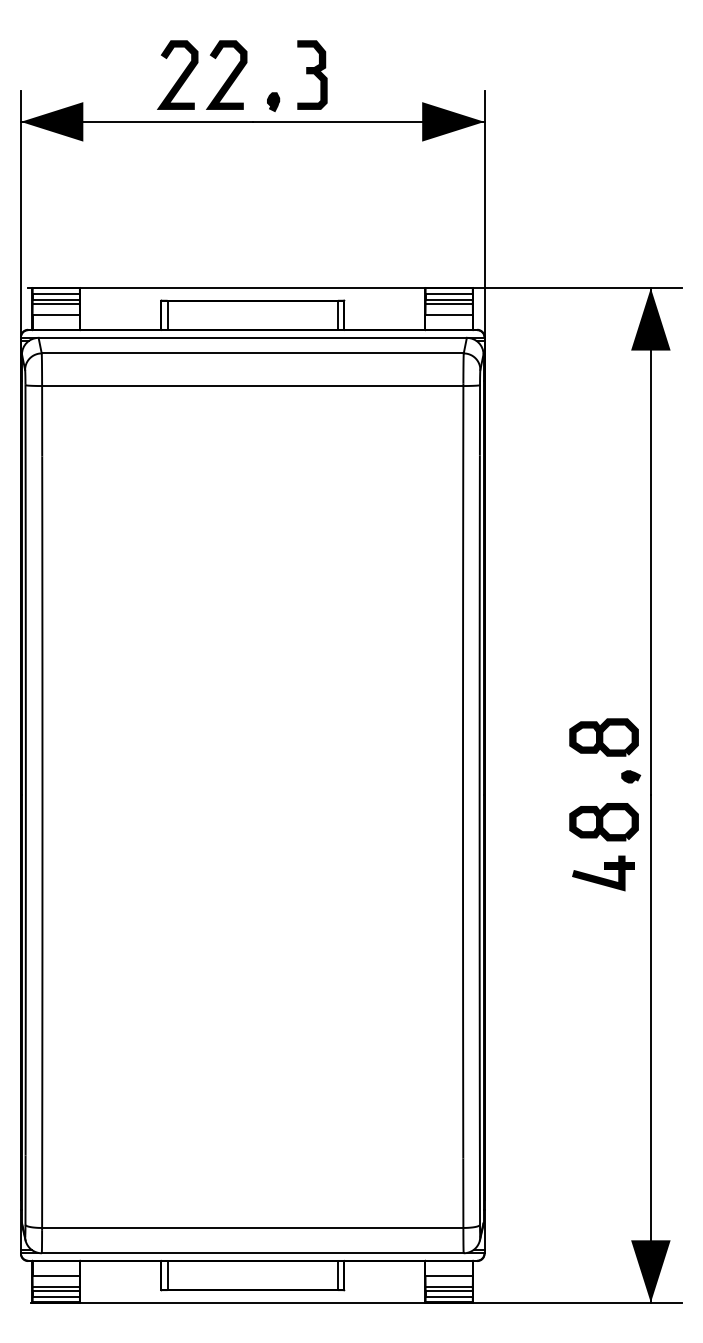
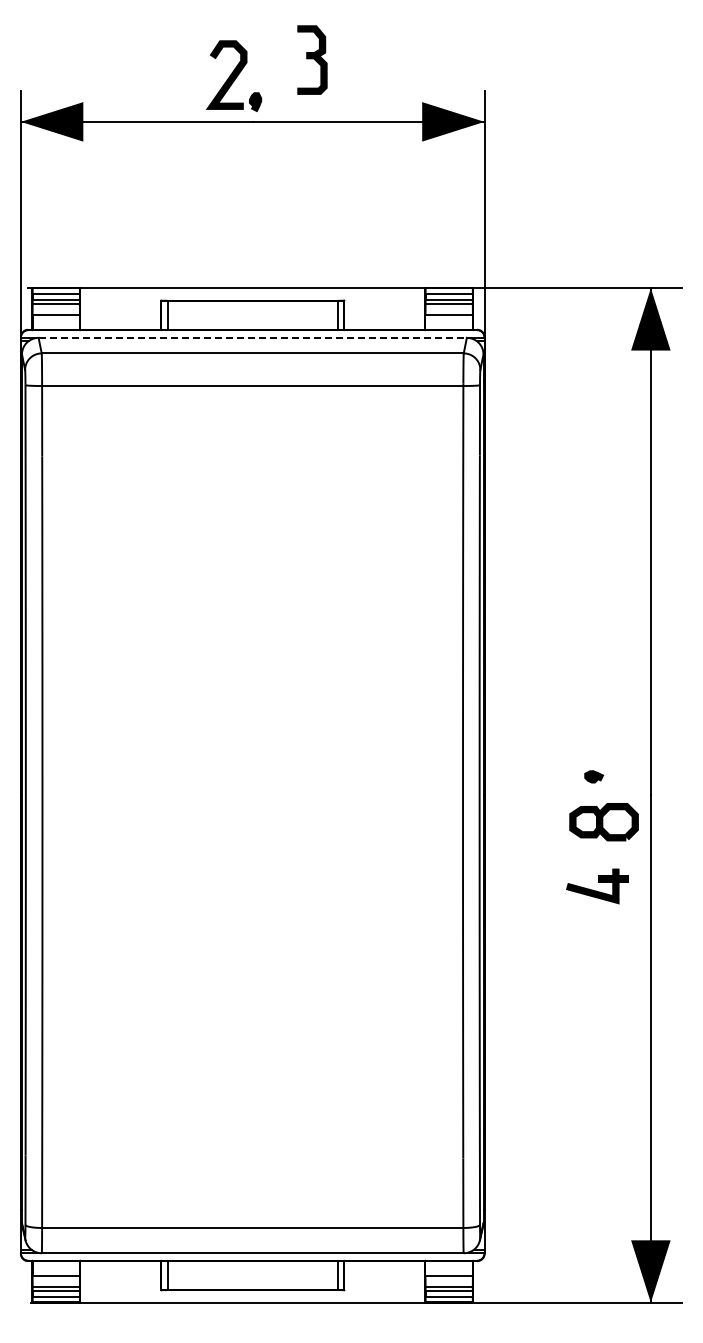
part at (312, 74) position: (312, 74) -> (312, 59)
curve at (180, 75): present -> none
part at (273, 102) position: (273, 102) -> (255, 102)
line at (253, 337): solid -> dashed
part at (603, 737): present -> none
part at (631, 776) position: (631, 776) -> (594, 776)
part at (603, 873) position: (603, 873) -> (597, 886)
